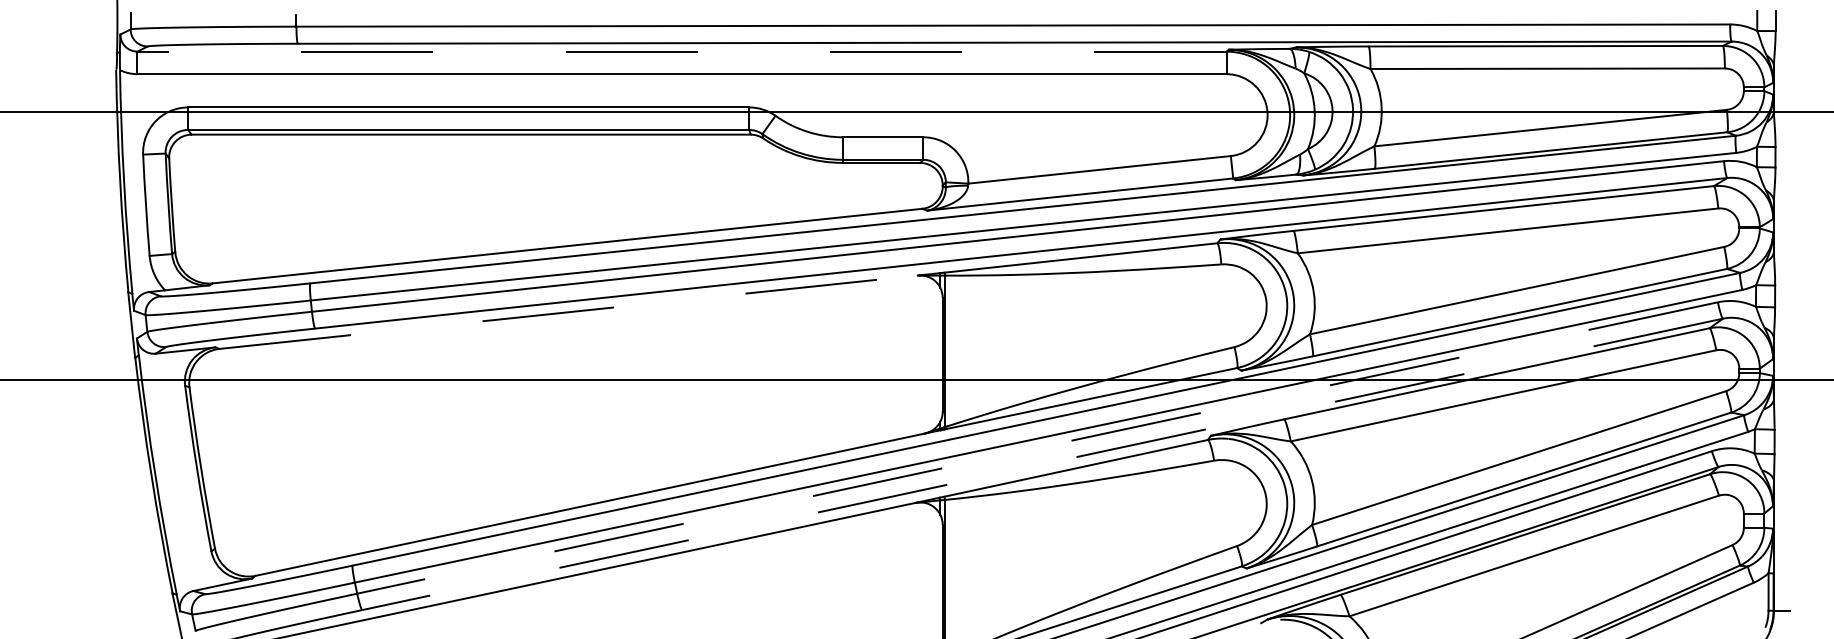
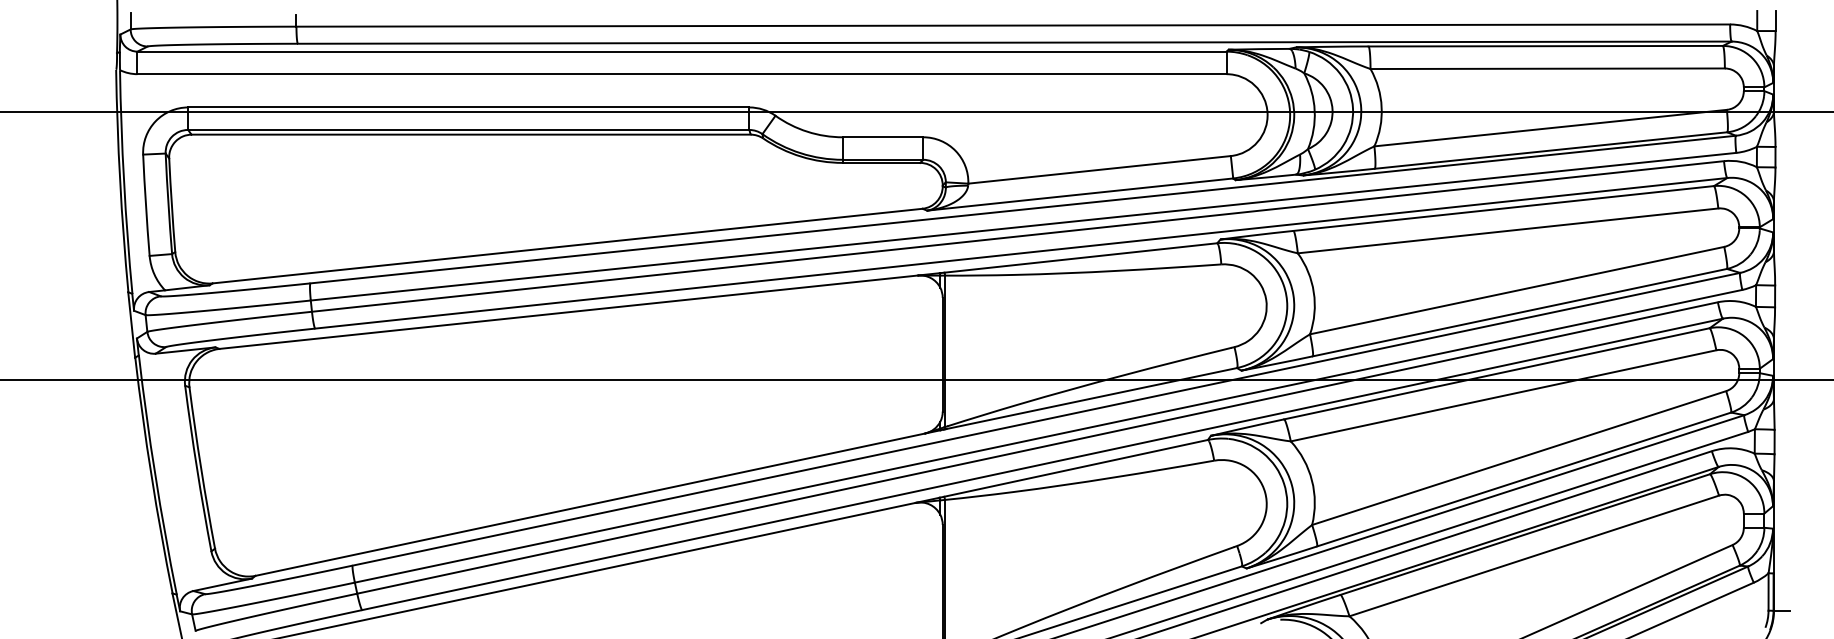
line at (682, 51): dashed -> solid
line at (569, 312): dashed -> solid
line at (1037, 448): dashed -> solid
line at (1042, 464): dashed -> solid
